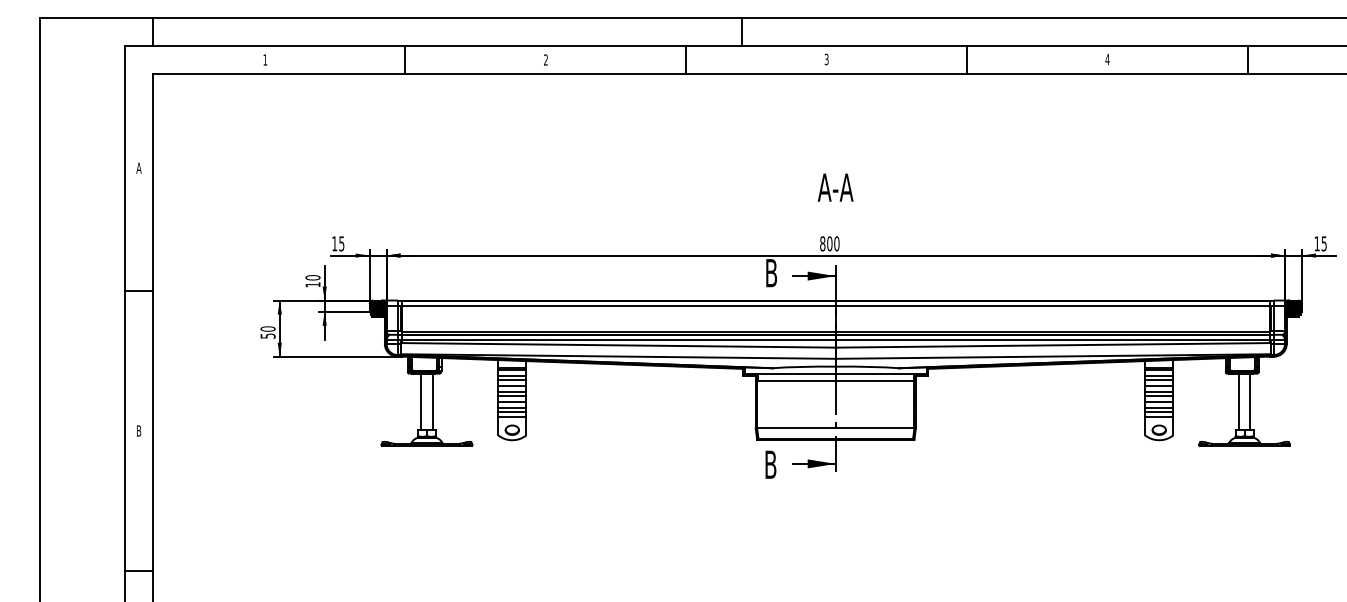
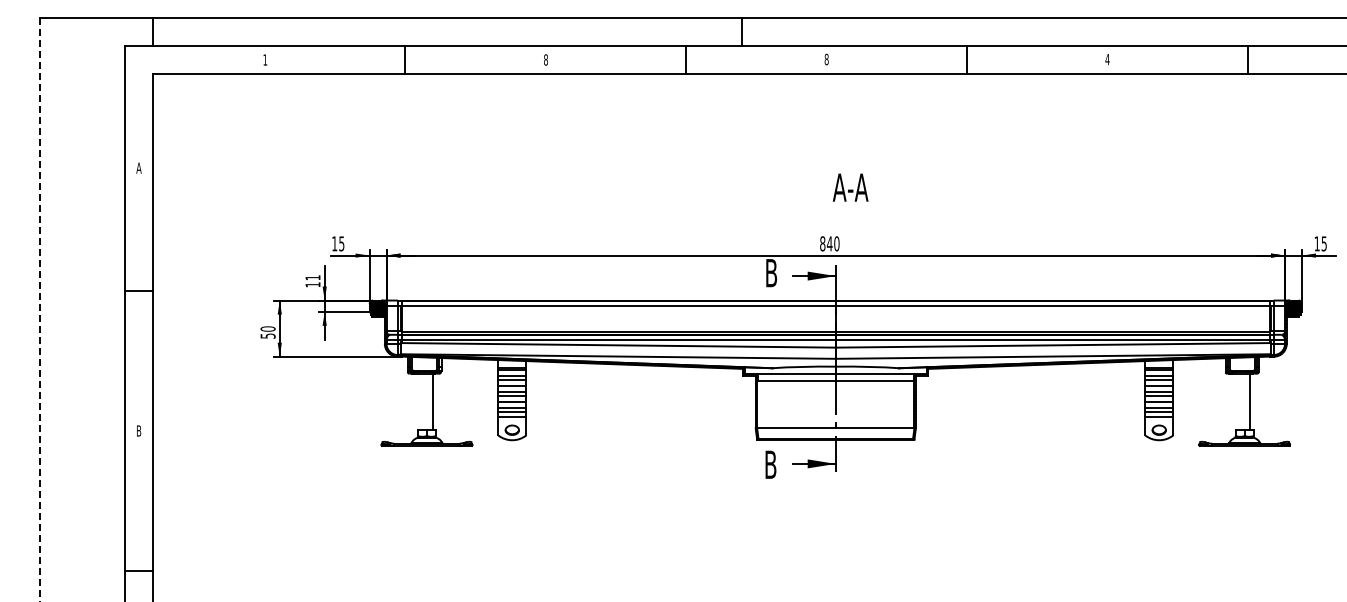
text at (546, 59): 2 -> 8
text at (826, 59): 3 -> 8
text at (835, 187) position: (835, 187) -> (850, 187)
text at (829, 243): 800 -> 840
text at (312, 277): 10 -> 11
line at (40, 309): solid -> dashed
line at (421, 401): present -> none
line at (1239, 401): present -> none
